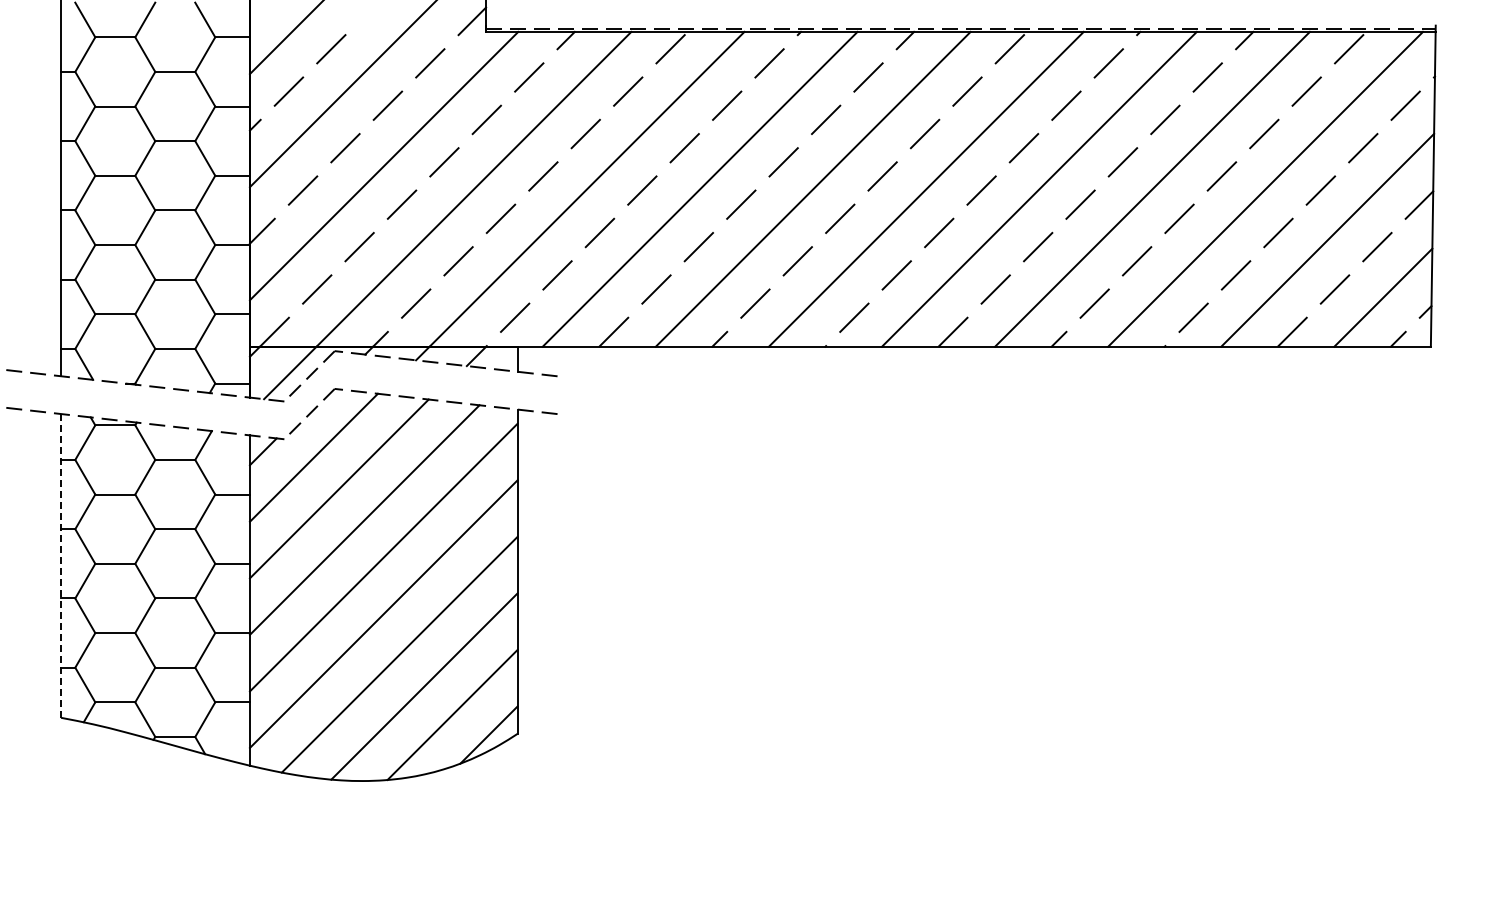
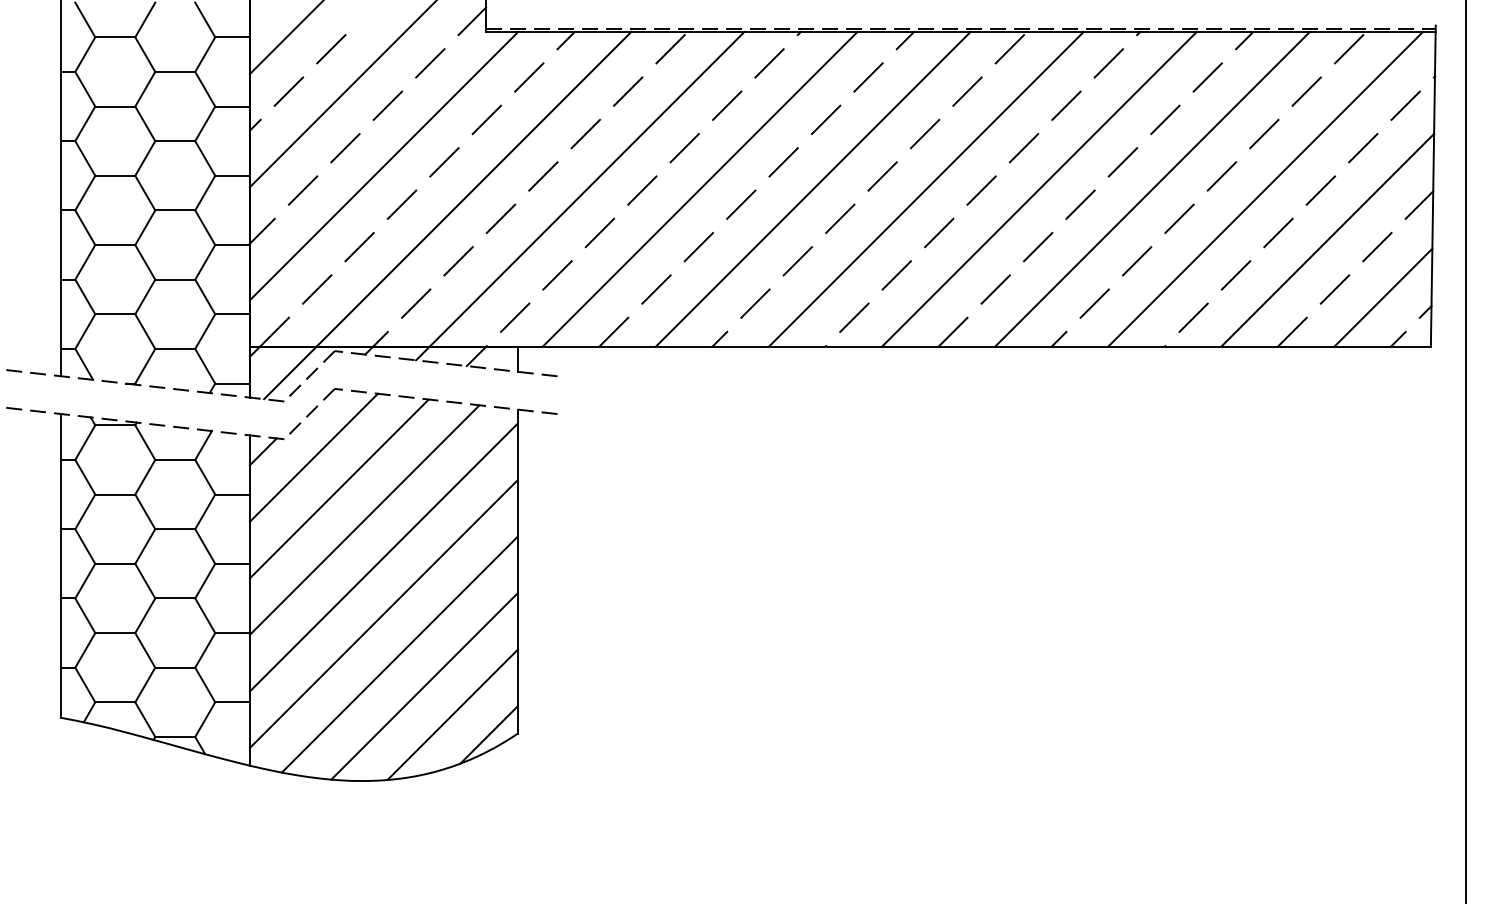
line at (1465, 451): none -> present
line at (61, 565): dashed -> solid
